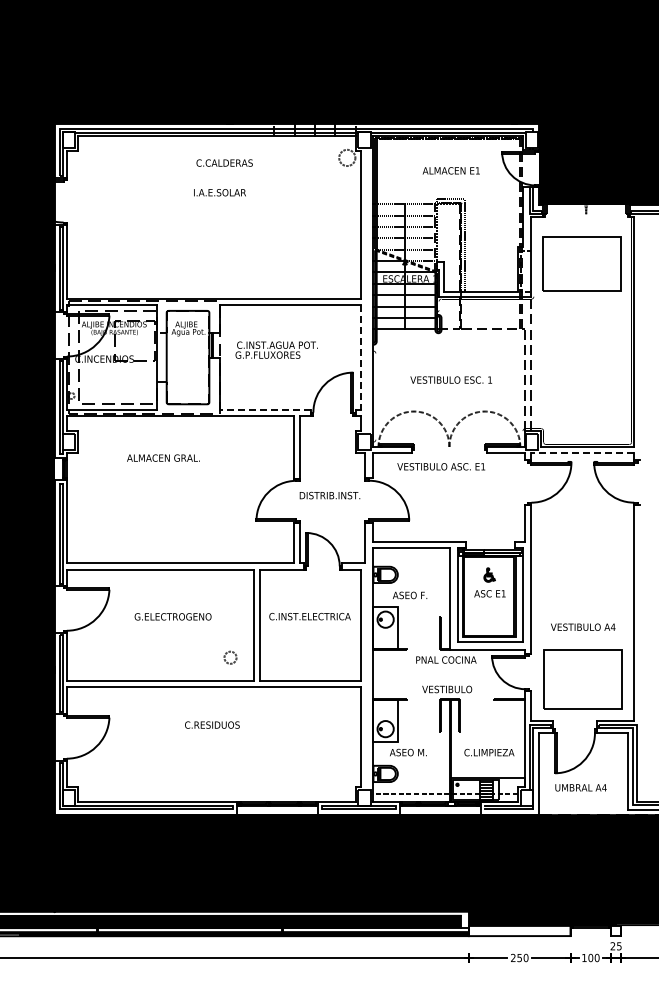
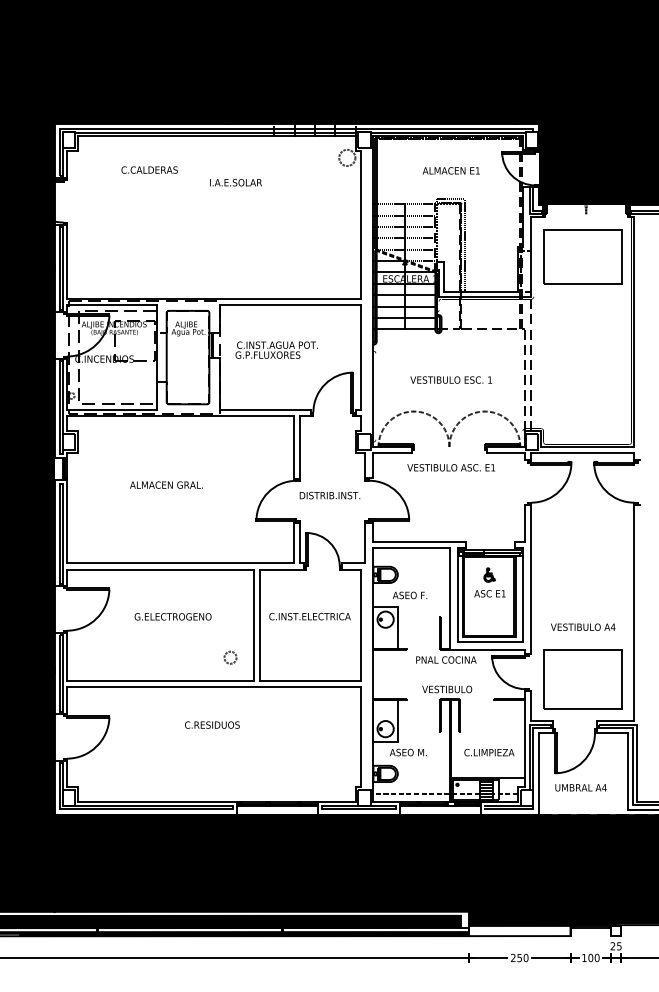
text at (224, 162) position: (224, 162) -> (149, 169)
text at (219, 192) position: (219, 192) -> (235, 182)
part at (581, 263) position: (581, 263) -> (582, 256)
line at (361, 357): dashed -> solid
line at (265, 410): dashed -> solid
line at (582, 453): dashed -> solid
text at (163, 457) position: (163, 457) -> (166, 484)
text at (440, 466) position: (440, 466) -> (450, 467)
